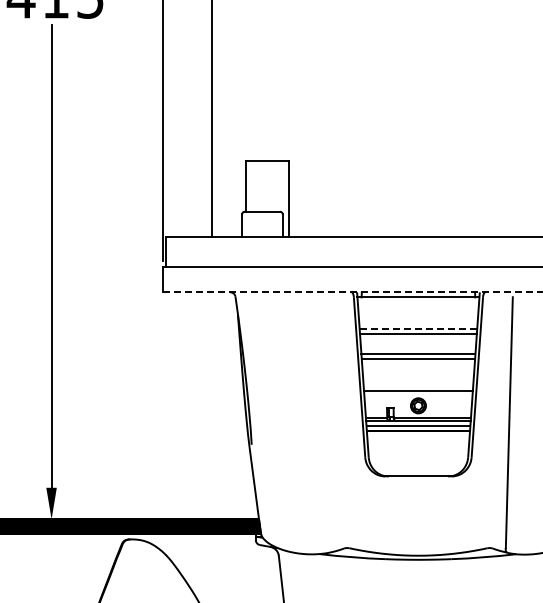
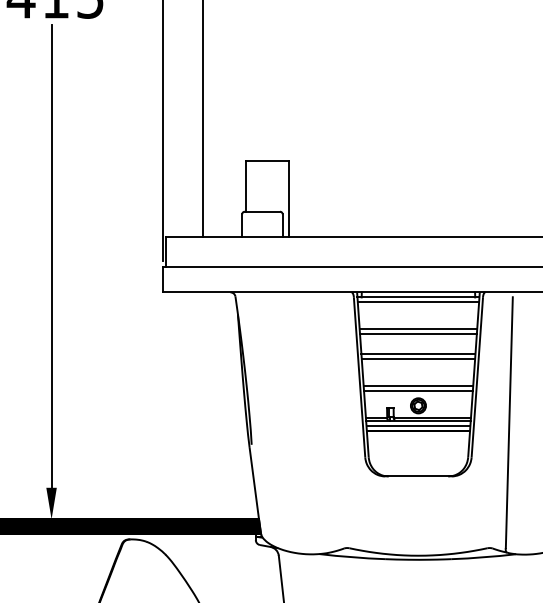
line at (211, 119) position: (211, 119) -> (202, 119)
line at (352, 292): dashed -> solid
line at (418, 302): none -> present
line at (418, 328): dashed -> solid
line at (418, 385): none -> present
